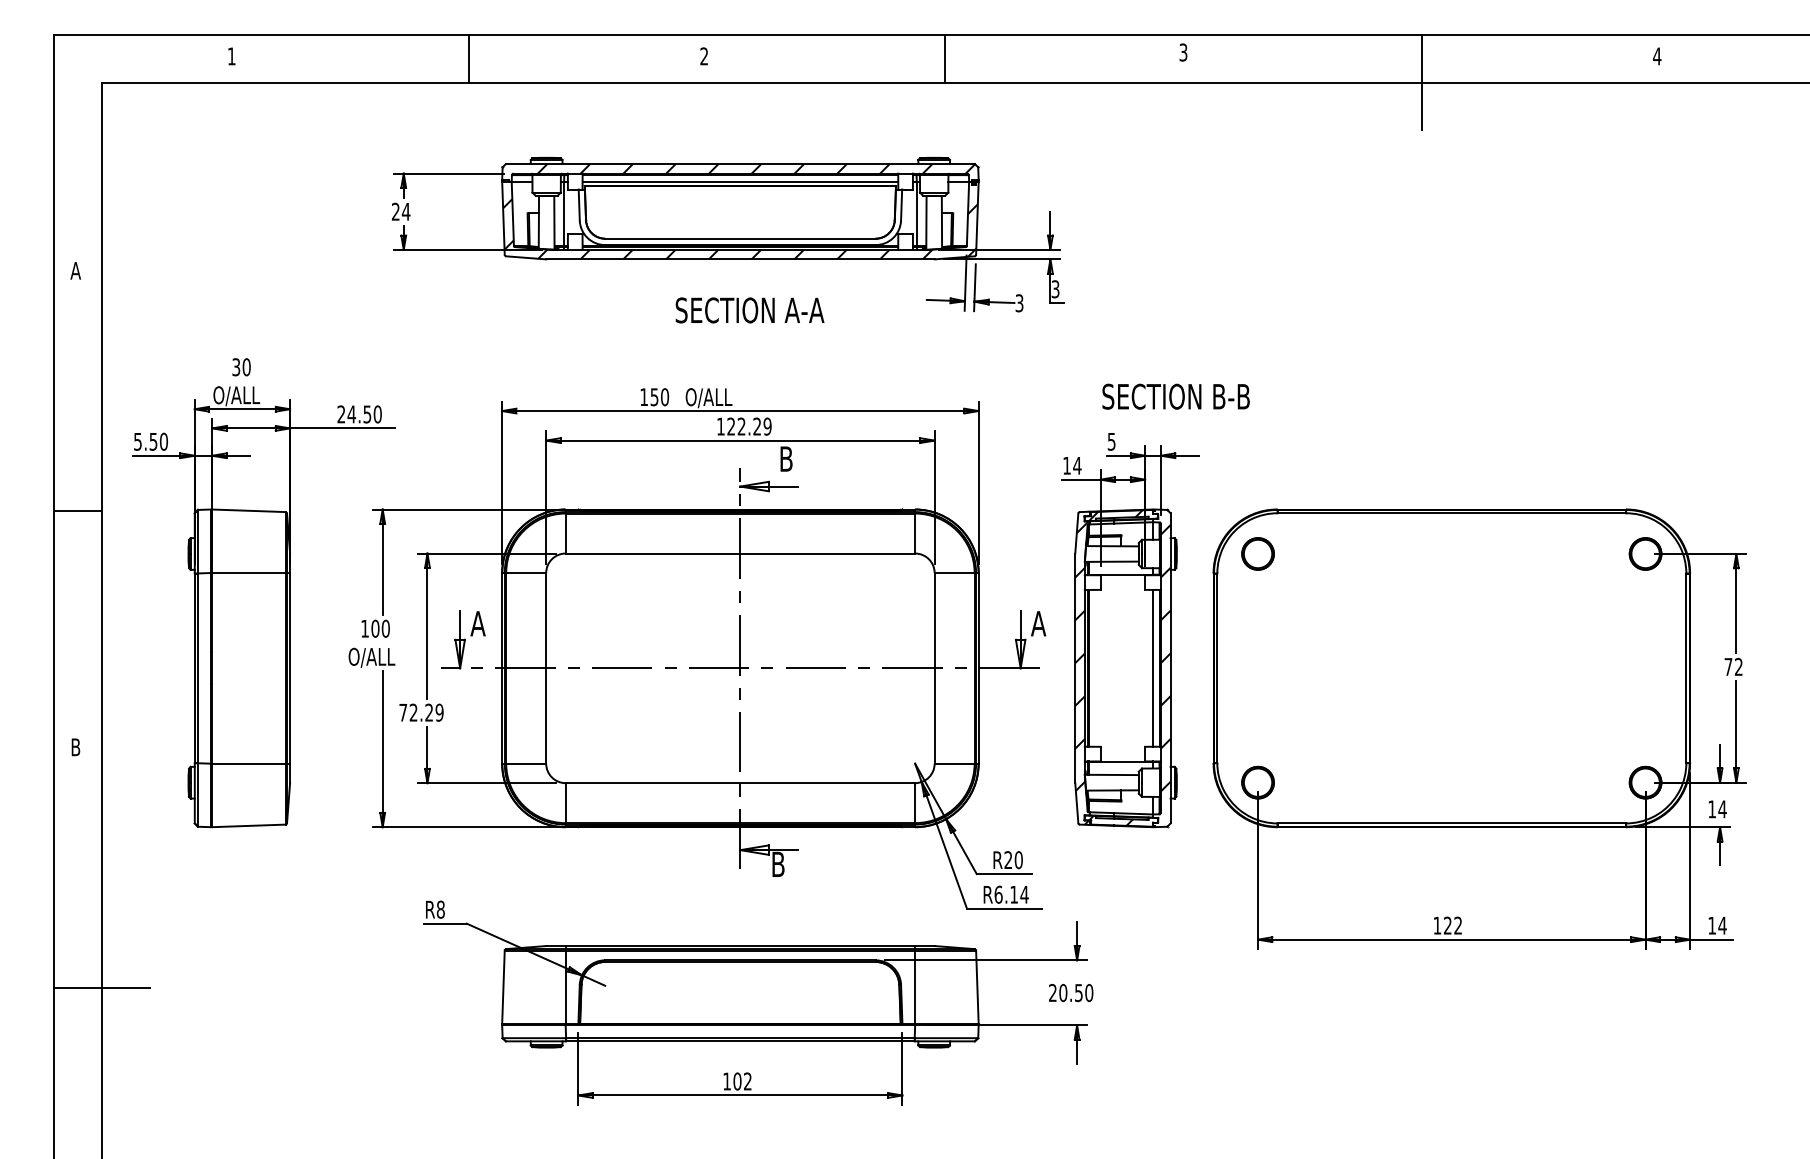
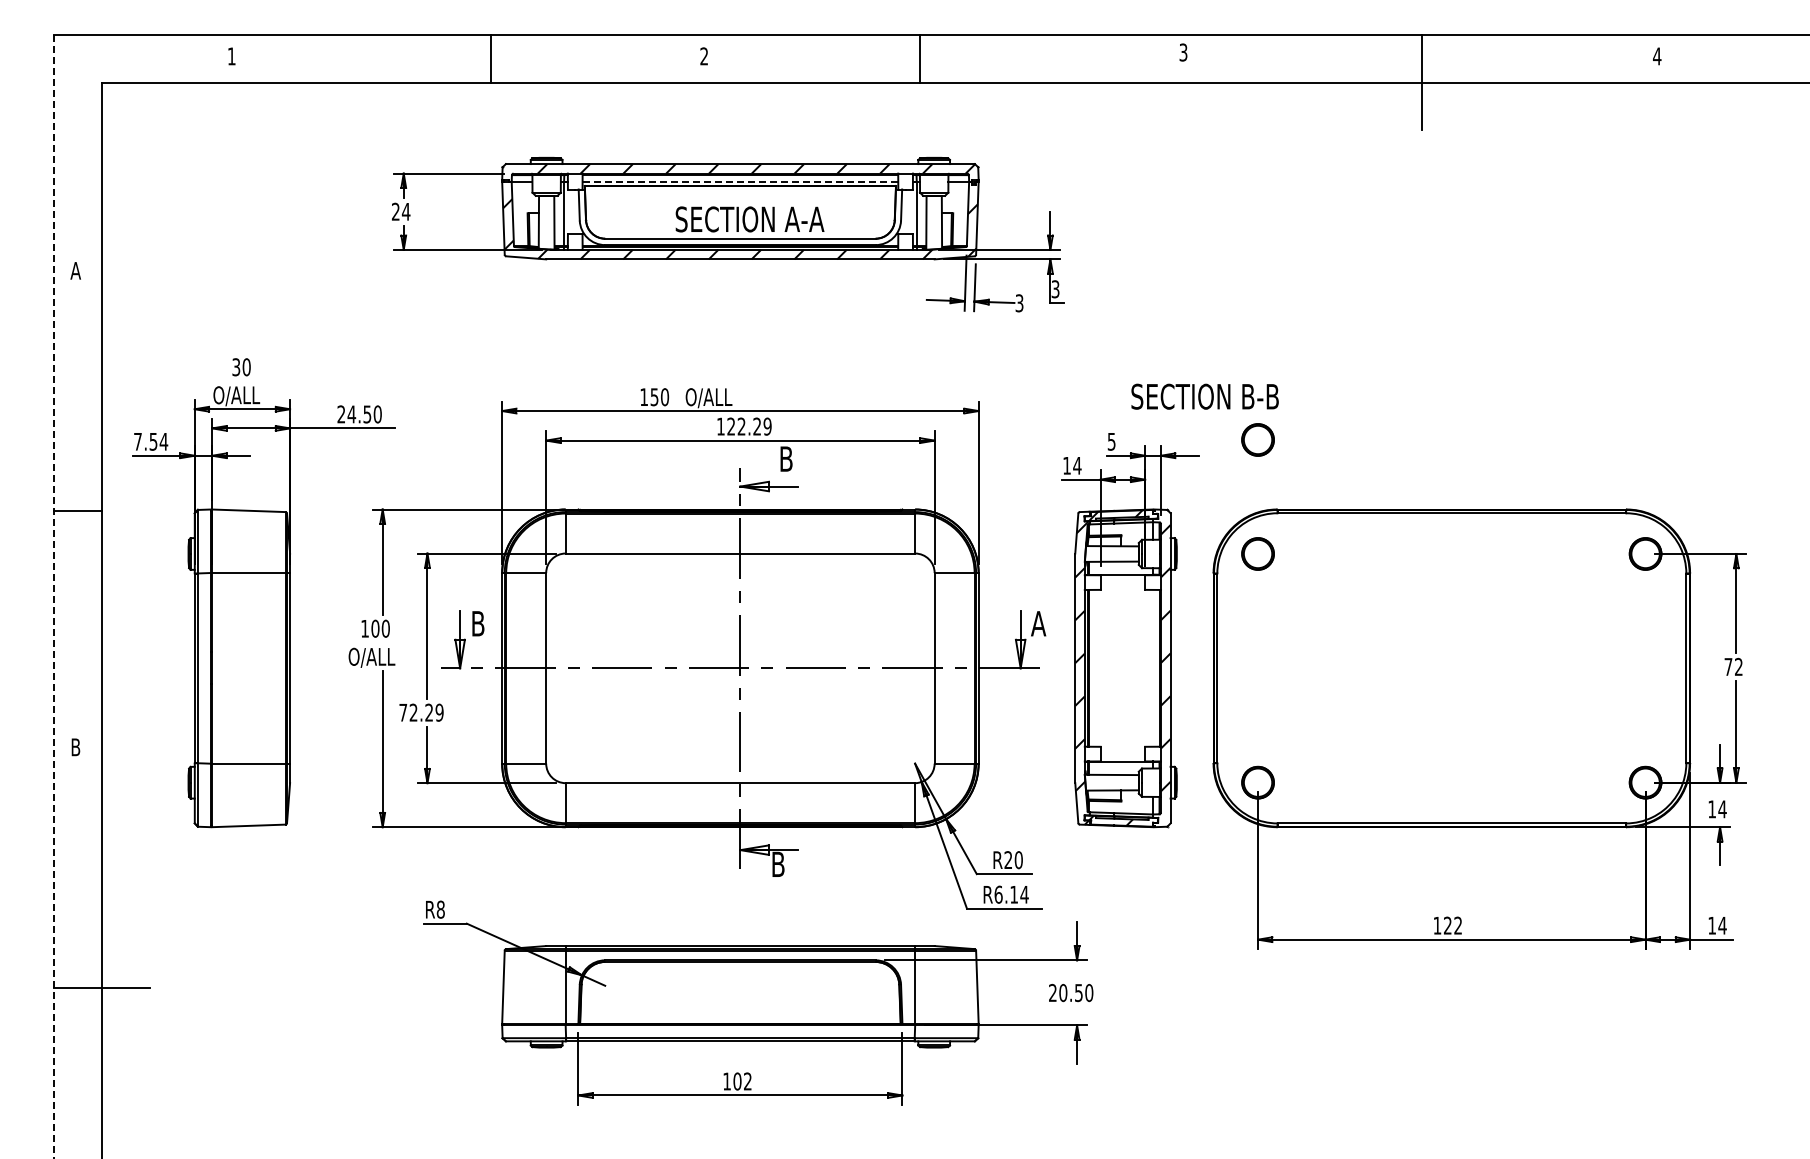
line at (468, 58) position: (468, 58) -> (490, 58)
line at (945, 58) position: (945, 58) -> (920, 58)
line at (740, 181): solid -> dashed
text at (749, 310) position: (749, 310) -> (749, 219)
text at (1175, 396) position: (1175, 396) -> (1204, 396)
circle at (1257, 439): none -> present
text at (151, 441): 5.50 -> 7.54
line at (54, 596): solid -> dashed
text at (477, 623): A -> B
line at (1153, 667): present -> none
